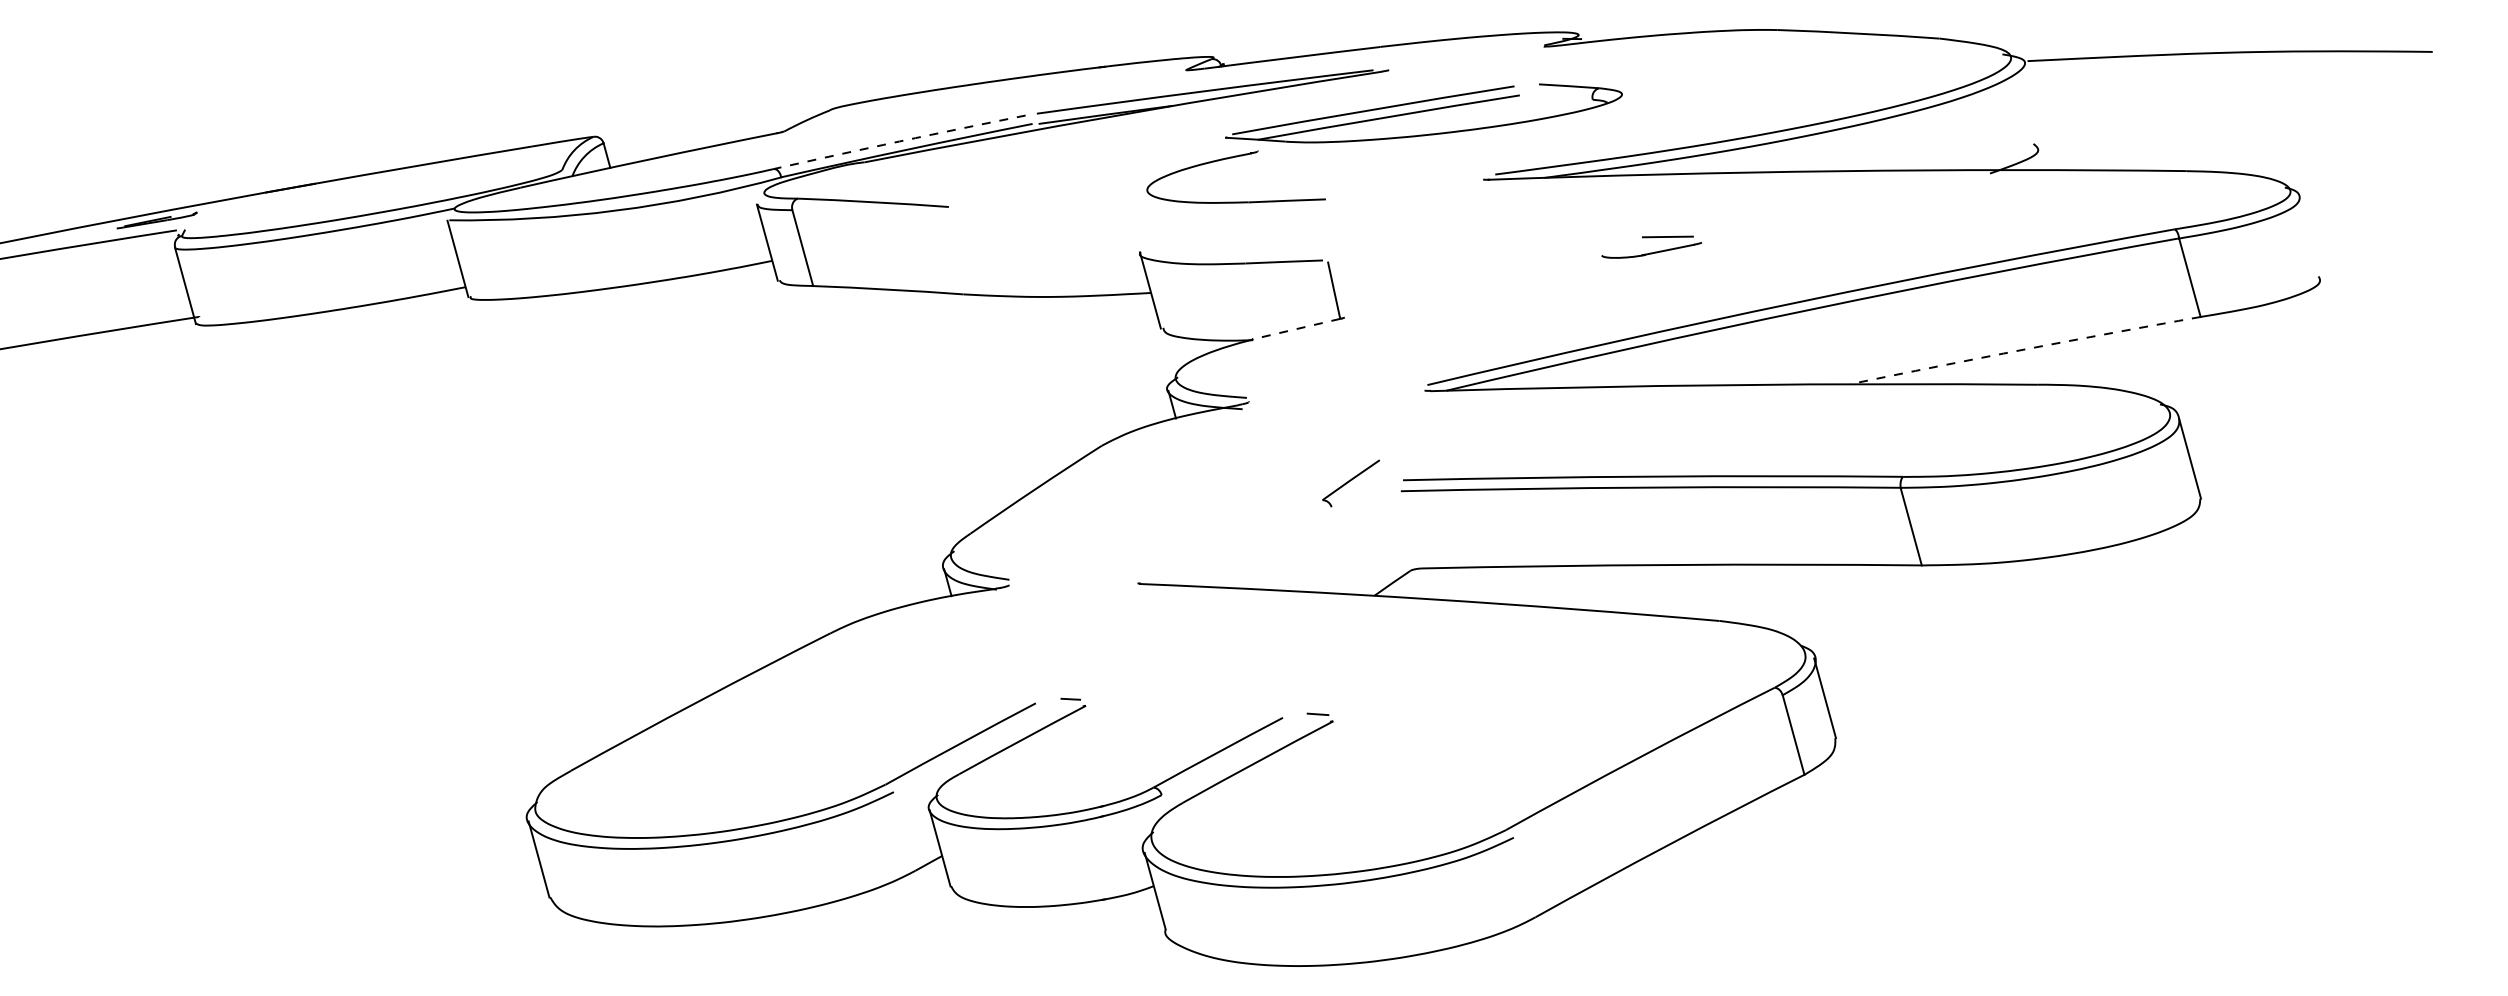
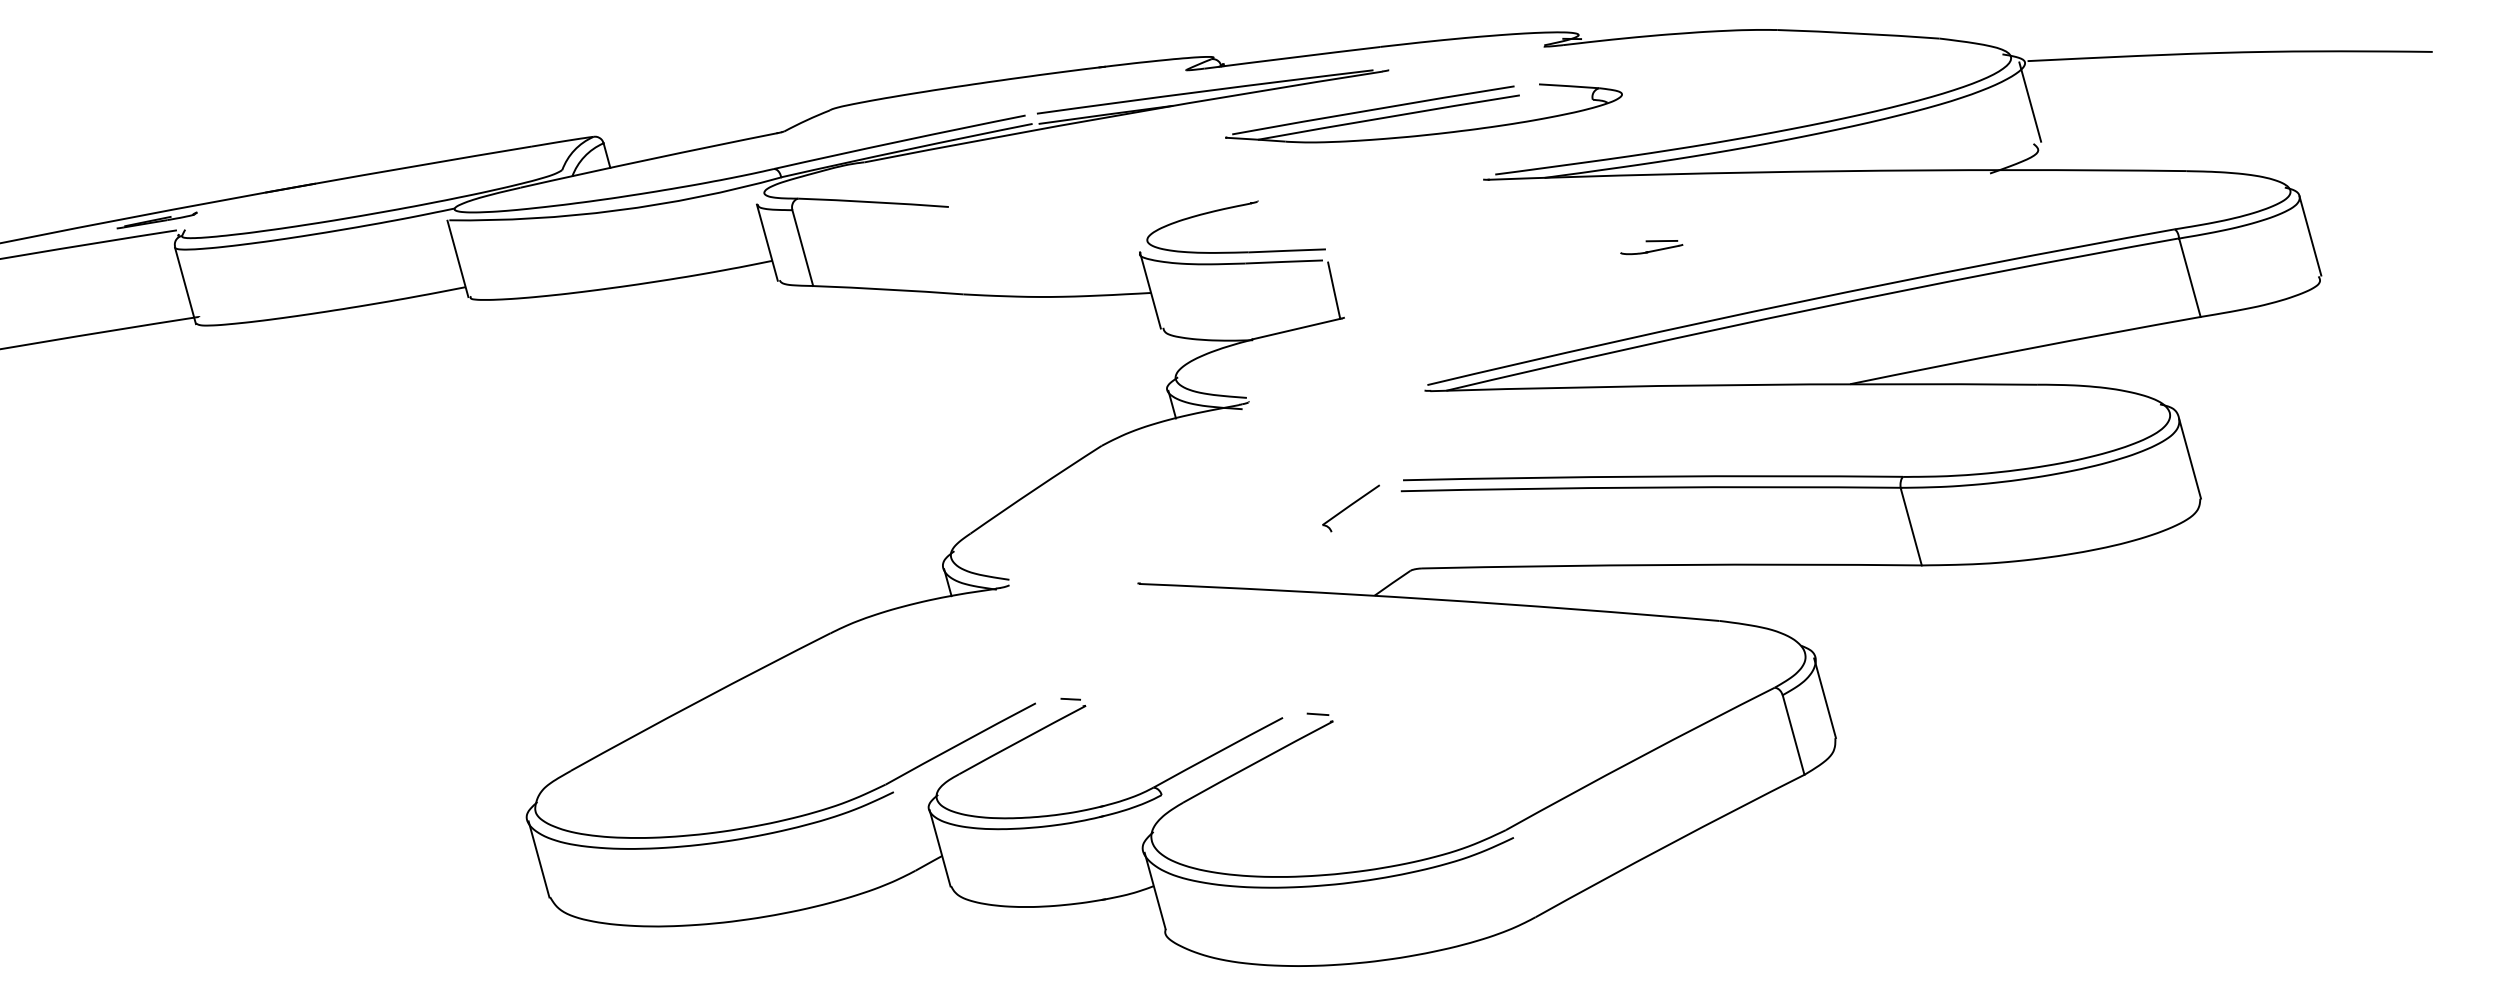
line at (2030, 101): none -> present
arc at (899, 141): dashed -> solid
part at (1232, 158) position: (1232, 158) -> (1232, 208)
line at (2310, 235): none -> present
part at (1651, 246) size: 102x24 px -> 64x16 px
line at (1295, 329): dashed -> solid
arc at (2025, 349): dashed -> solid
part at (1350, 483) position: (1350, 483) -> (1350, 508)
